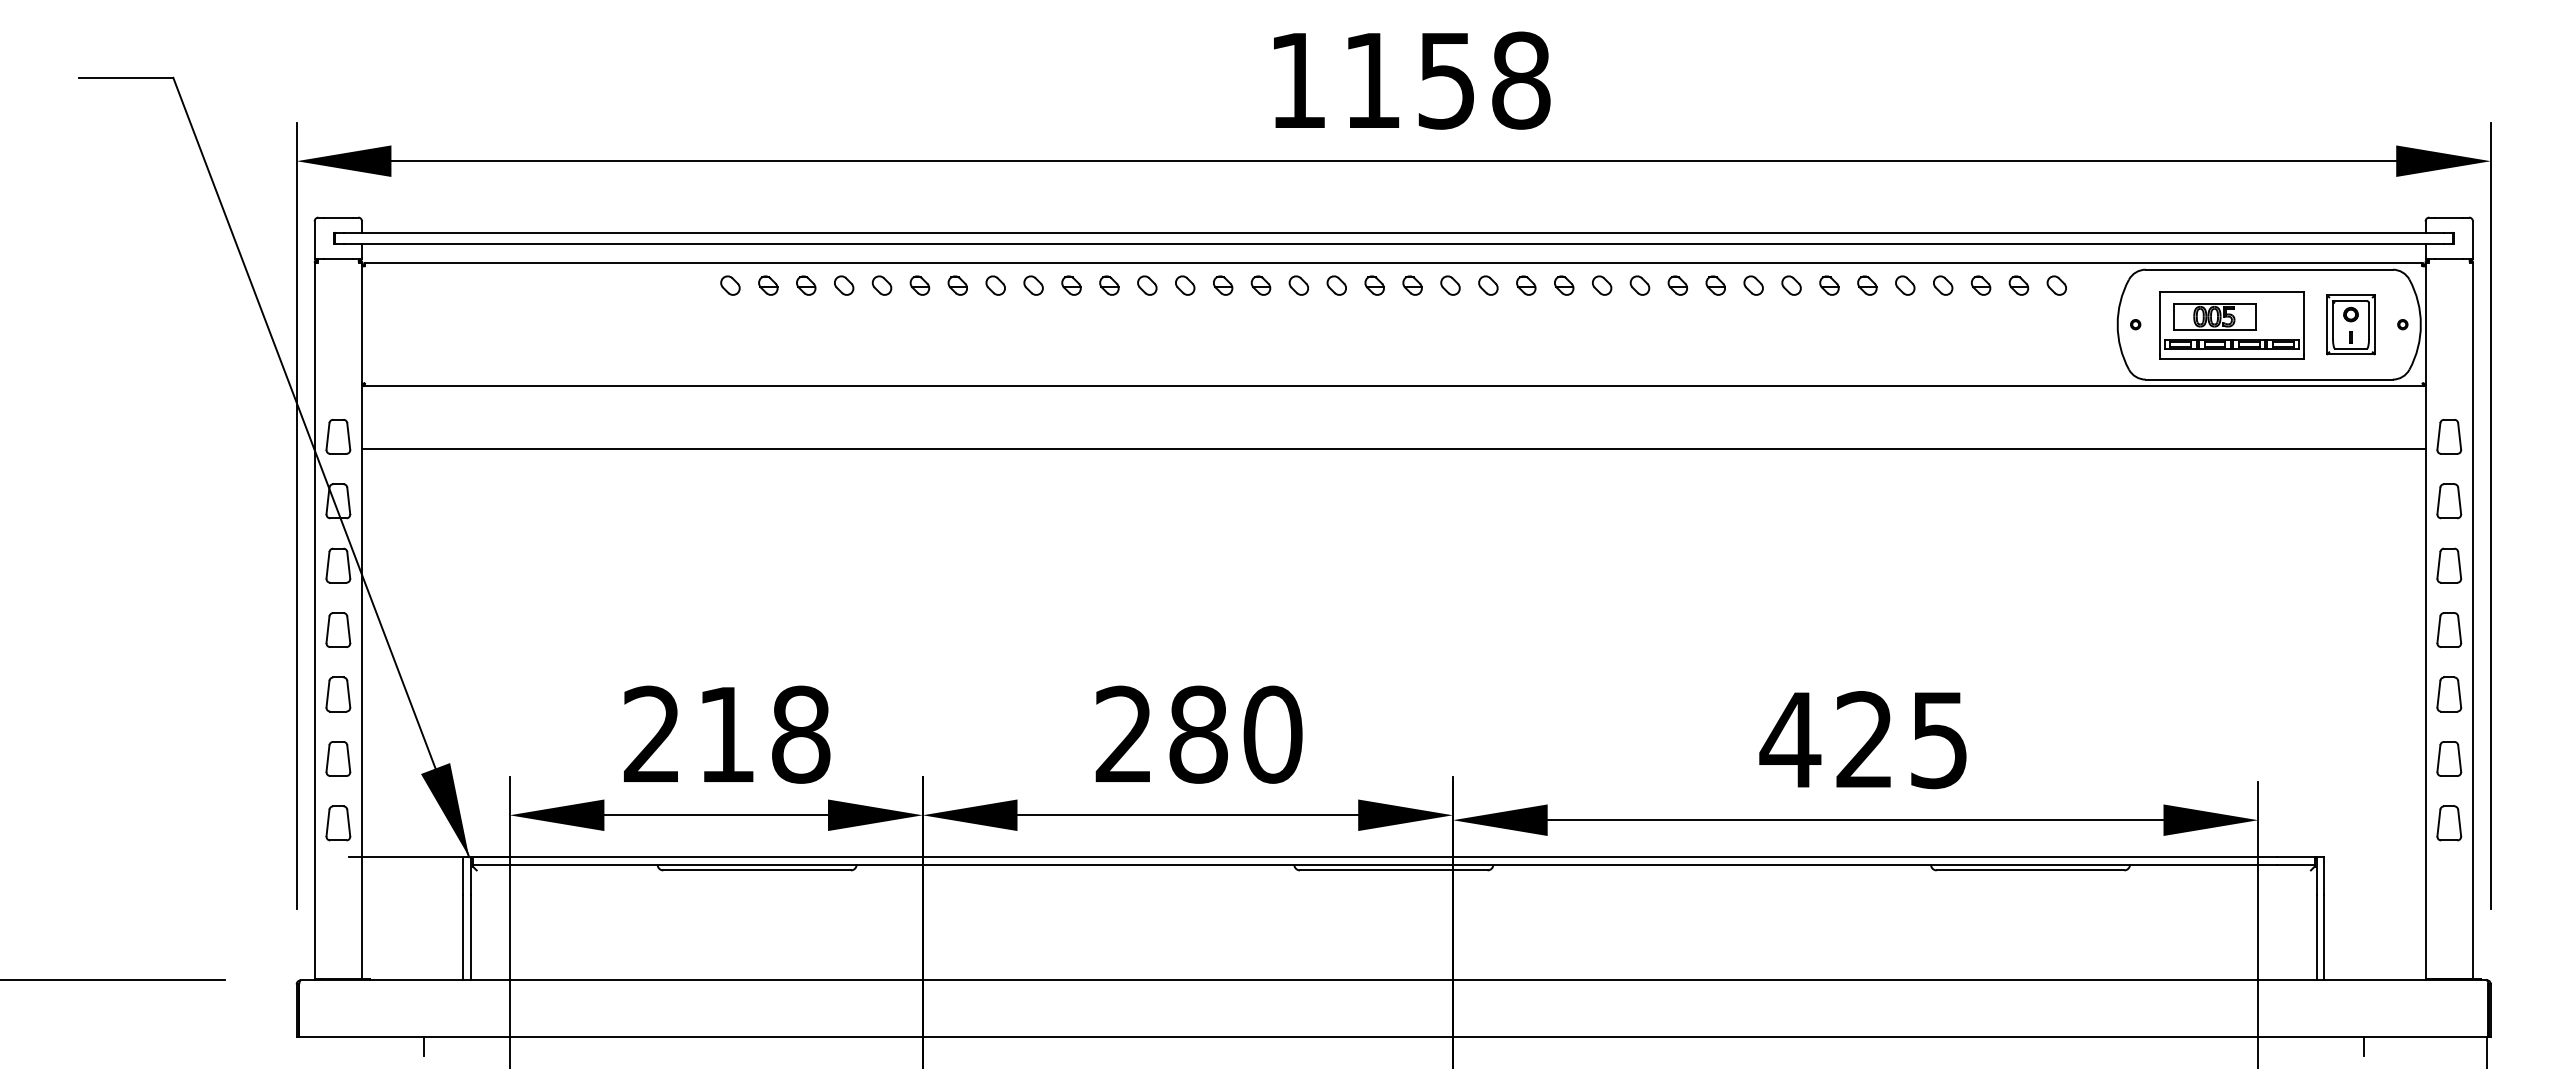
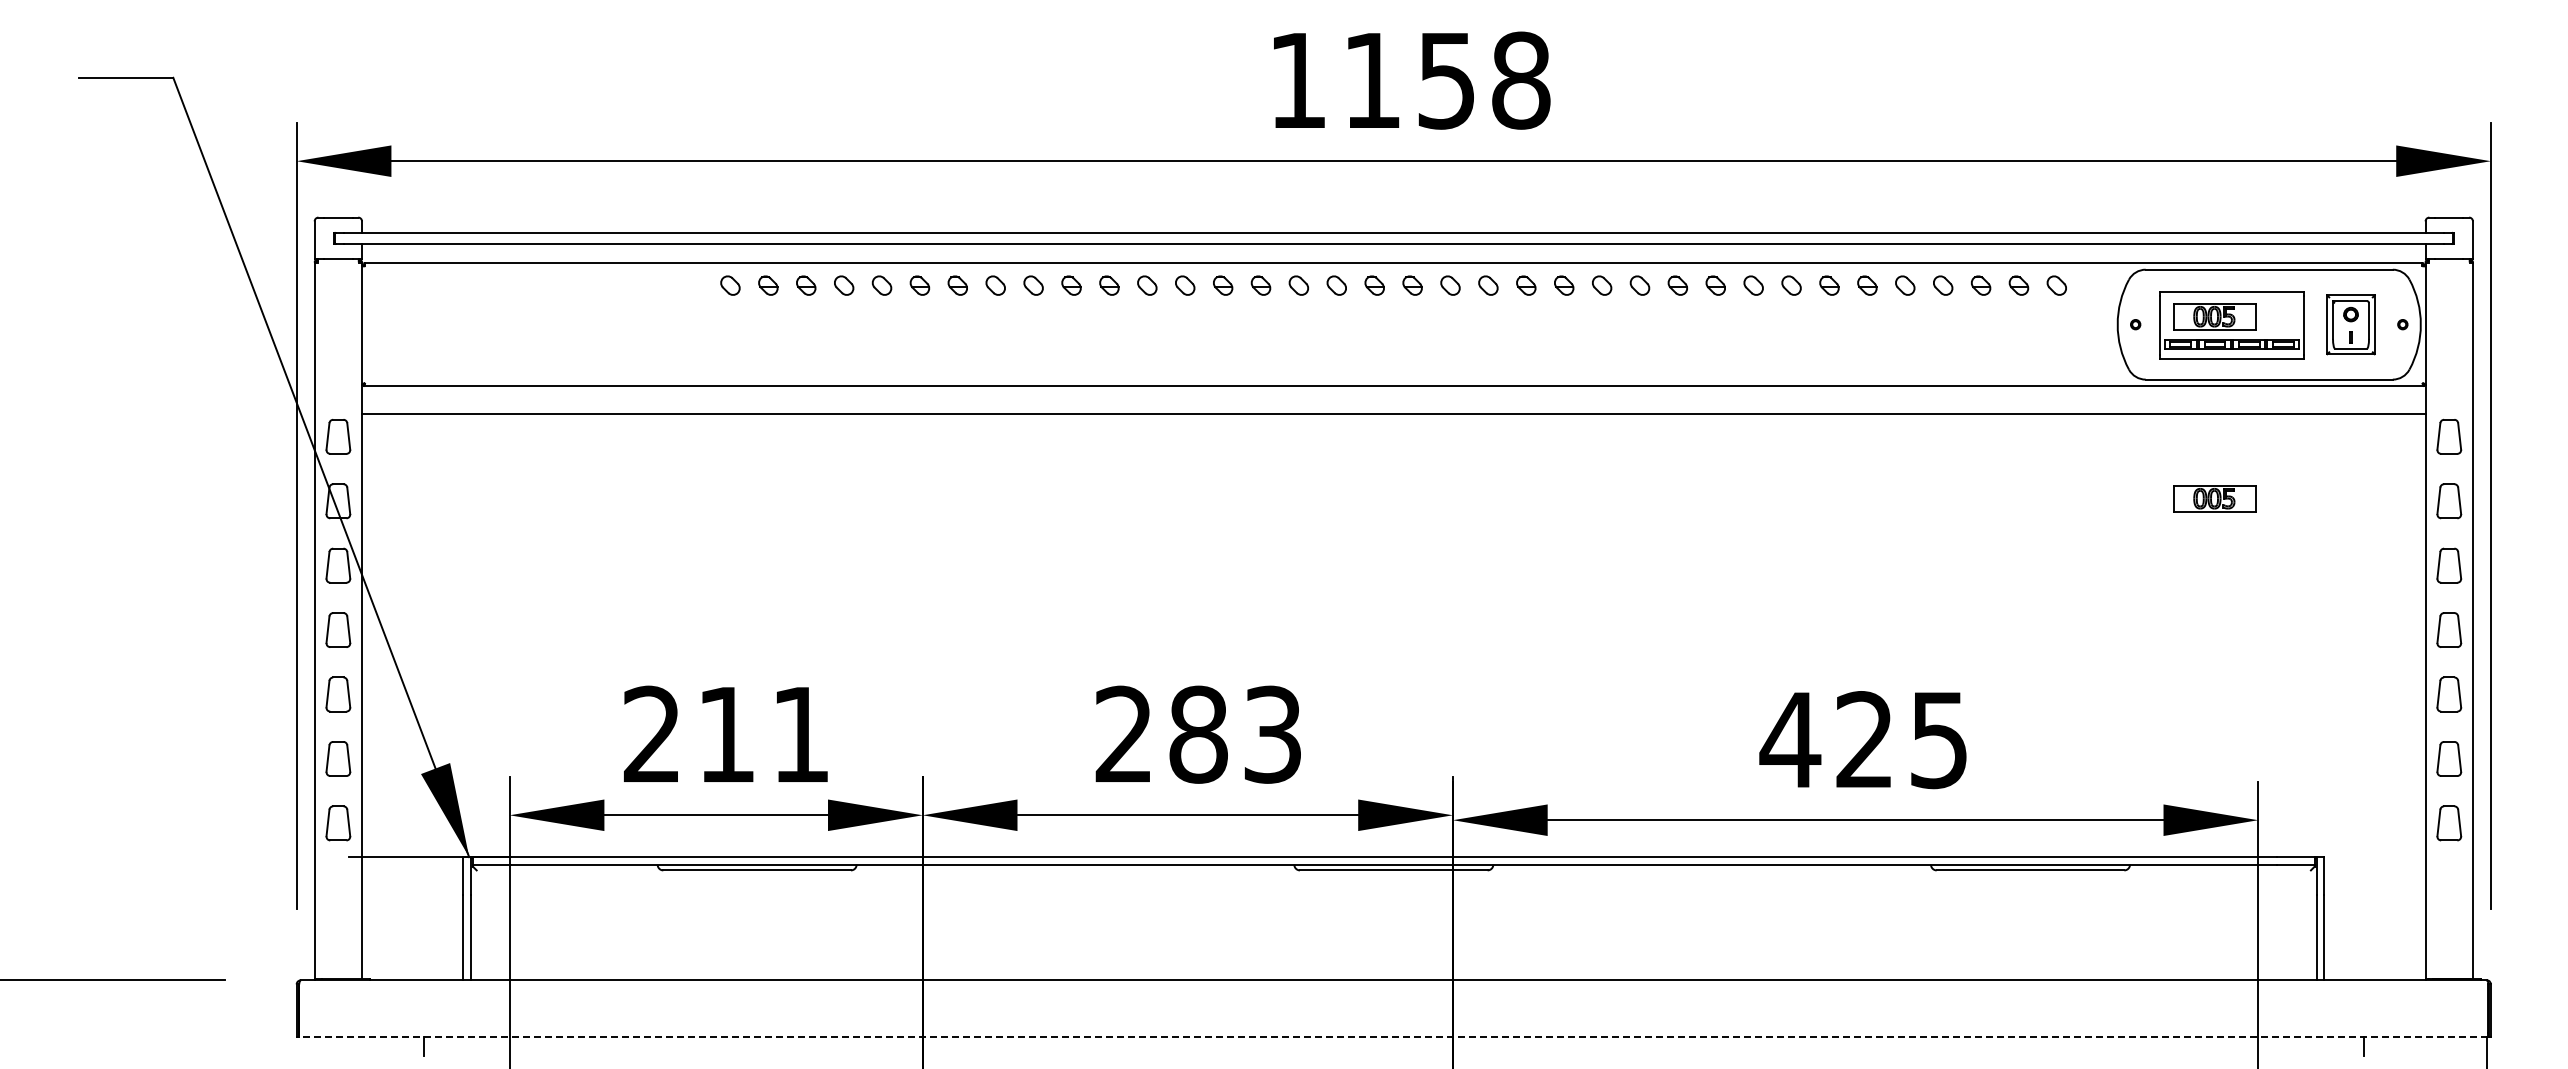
line at (1393, 448) position: (1393, 448) -> (1393, 413)
part at (2214, 498): none -> present
text at (801, 734): 218 -> 211
text at (1272, 734): 280 -> 283
line at (1393, 1037): solid -> dashed
